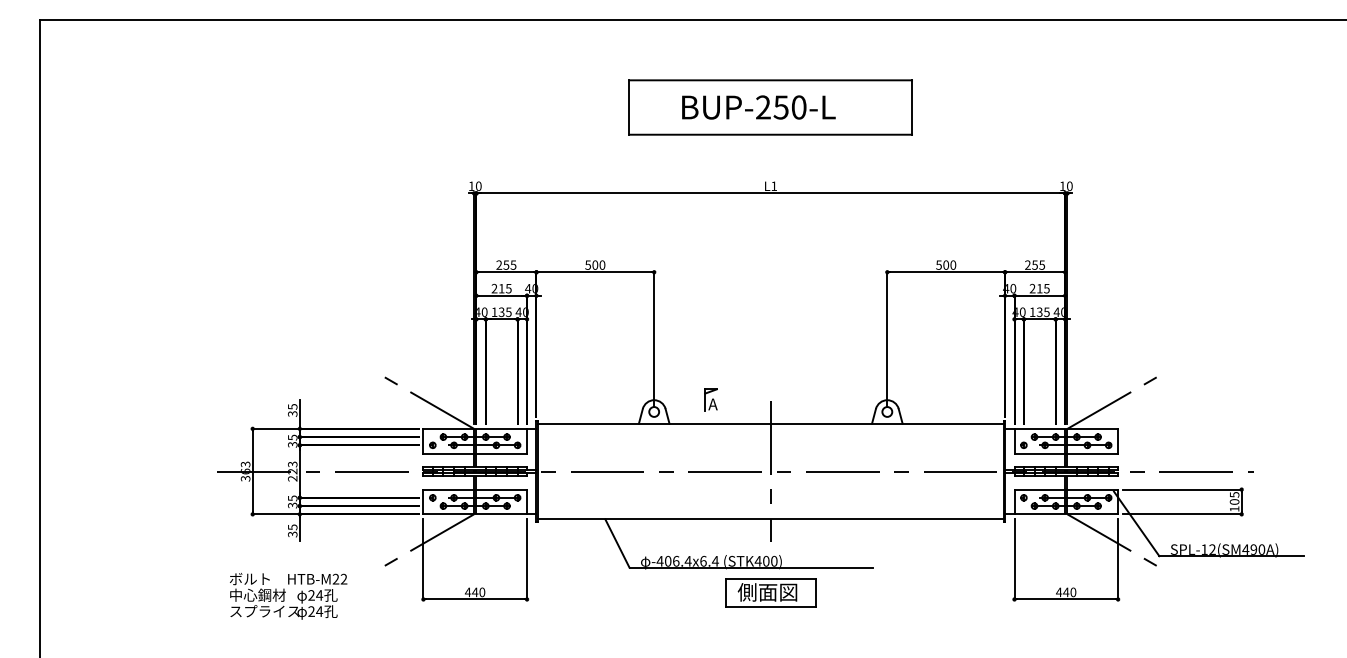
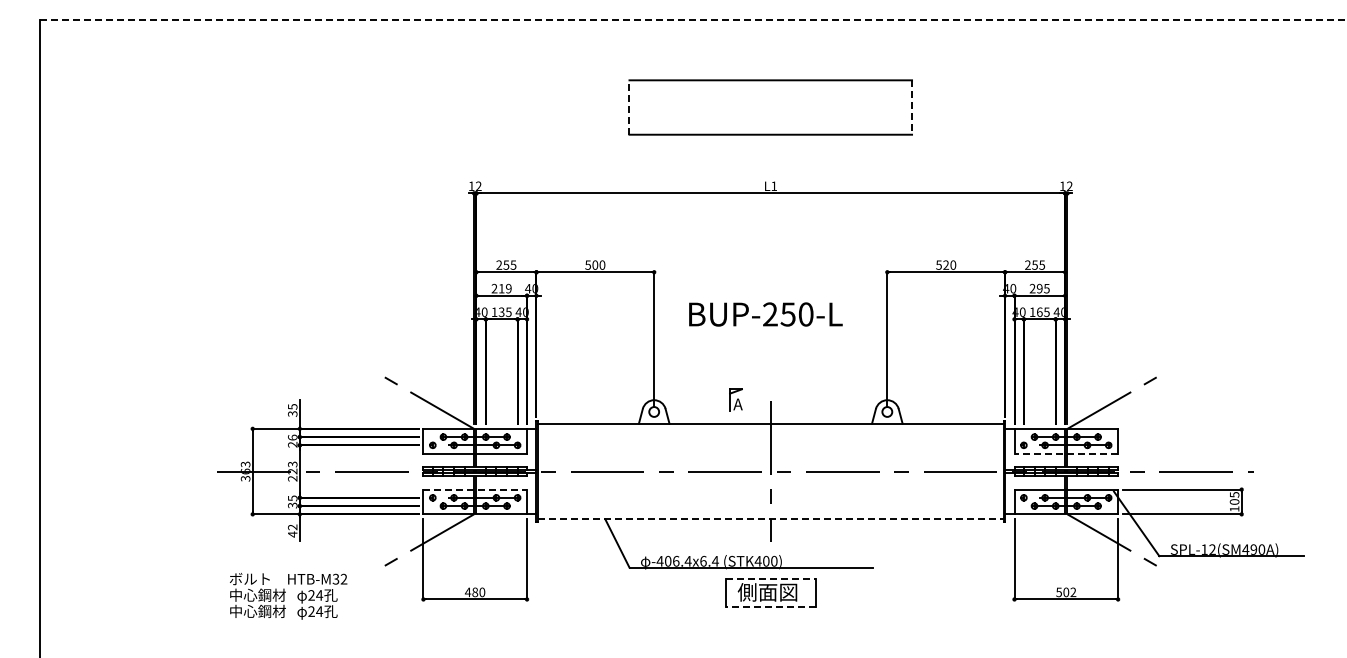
line at (693, 19): solid -> dashed
line at (629, 107): solid -> dashed
text at (758, 107) position: (758, 107) -> (765, 314)
line at (912, 108): solid -> dashed
text at (478, 186): 10 -> 12
text at (1069, 186): 10 -> 12
text at (946, 264): 500 -> 520
text at (508, 288): 215 -> 219
text at (1039, 288): 215 -> 295
text at (1039, 311): 135 -> 165
part at (710, 399) position: (710, 399) -> (735, 399)
text at (292, 440): 35 -> 26
line at (1066, 453): solid -> dashed
line at (475, 489): solid -> dashed
line at (770, 519): solid -> dashed
text at (292, 530): 35 -> 42
text at (335, 579): HTB-M22 -> HTB-M32
line at (771, 579): solid -> dashed
text at (475, 592): 440 -> 480
text at (1066, 592): 440 -> 502
line at (770, 606): solid -> dashed
text at (264, 610): スプライス -> 中心鋼材
